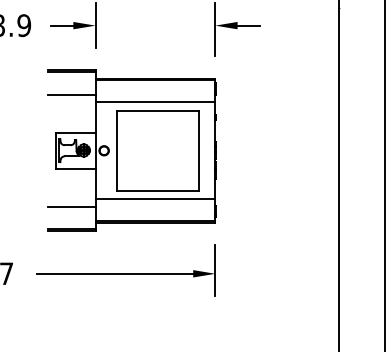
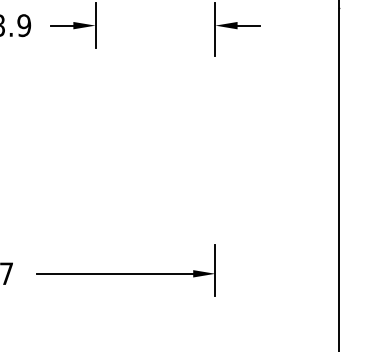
part at (131, 150): present -> none
line at (384, 175): present -> none
